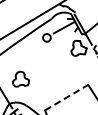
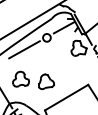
line at (24, 49): none -> present
part at (46, 81): none -> present
line at (67, 97): dashed -> solid
